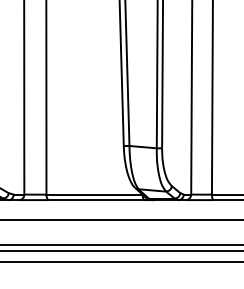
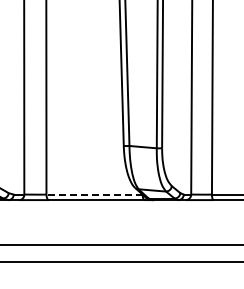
line at (94, 194): solid -> dashed
line at (121, 219): present -> none
line at (121, 250): present -> none
